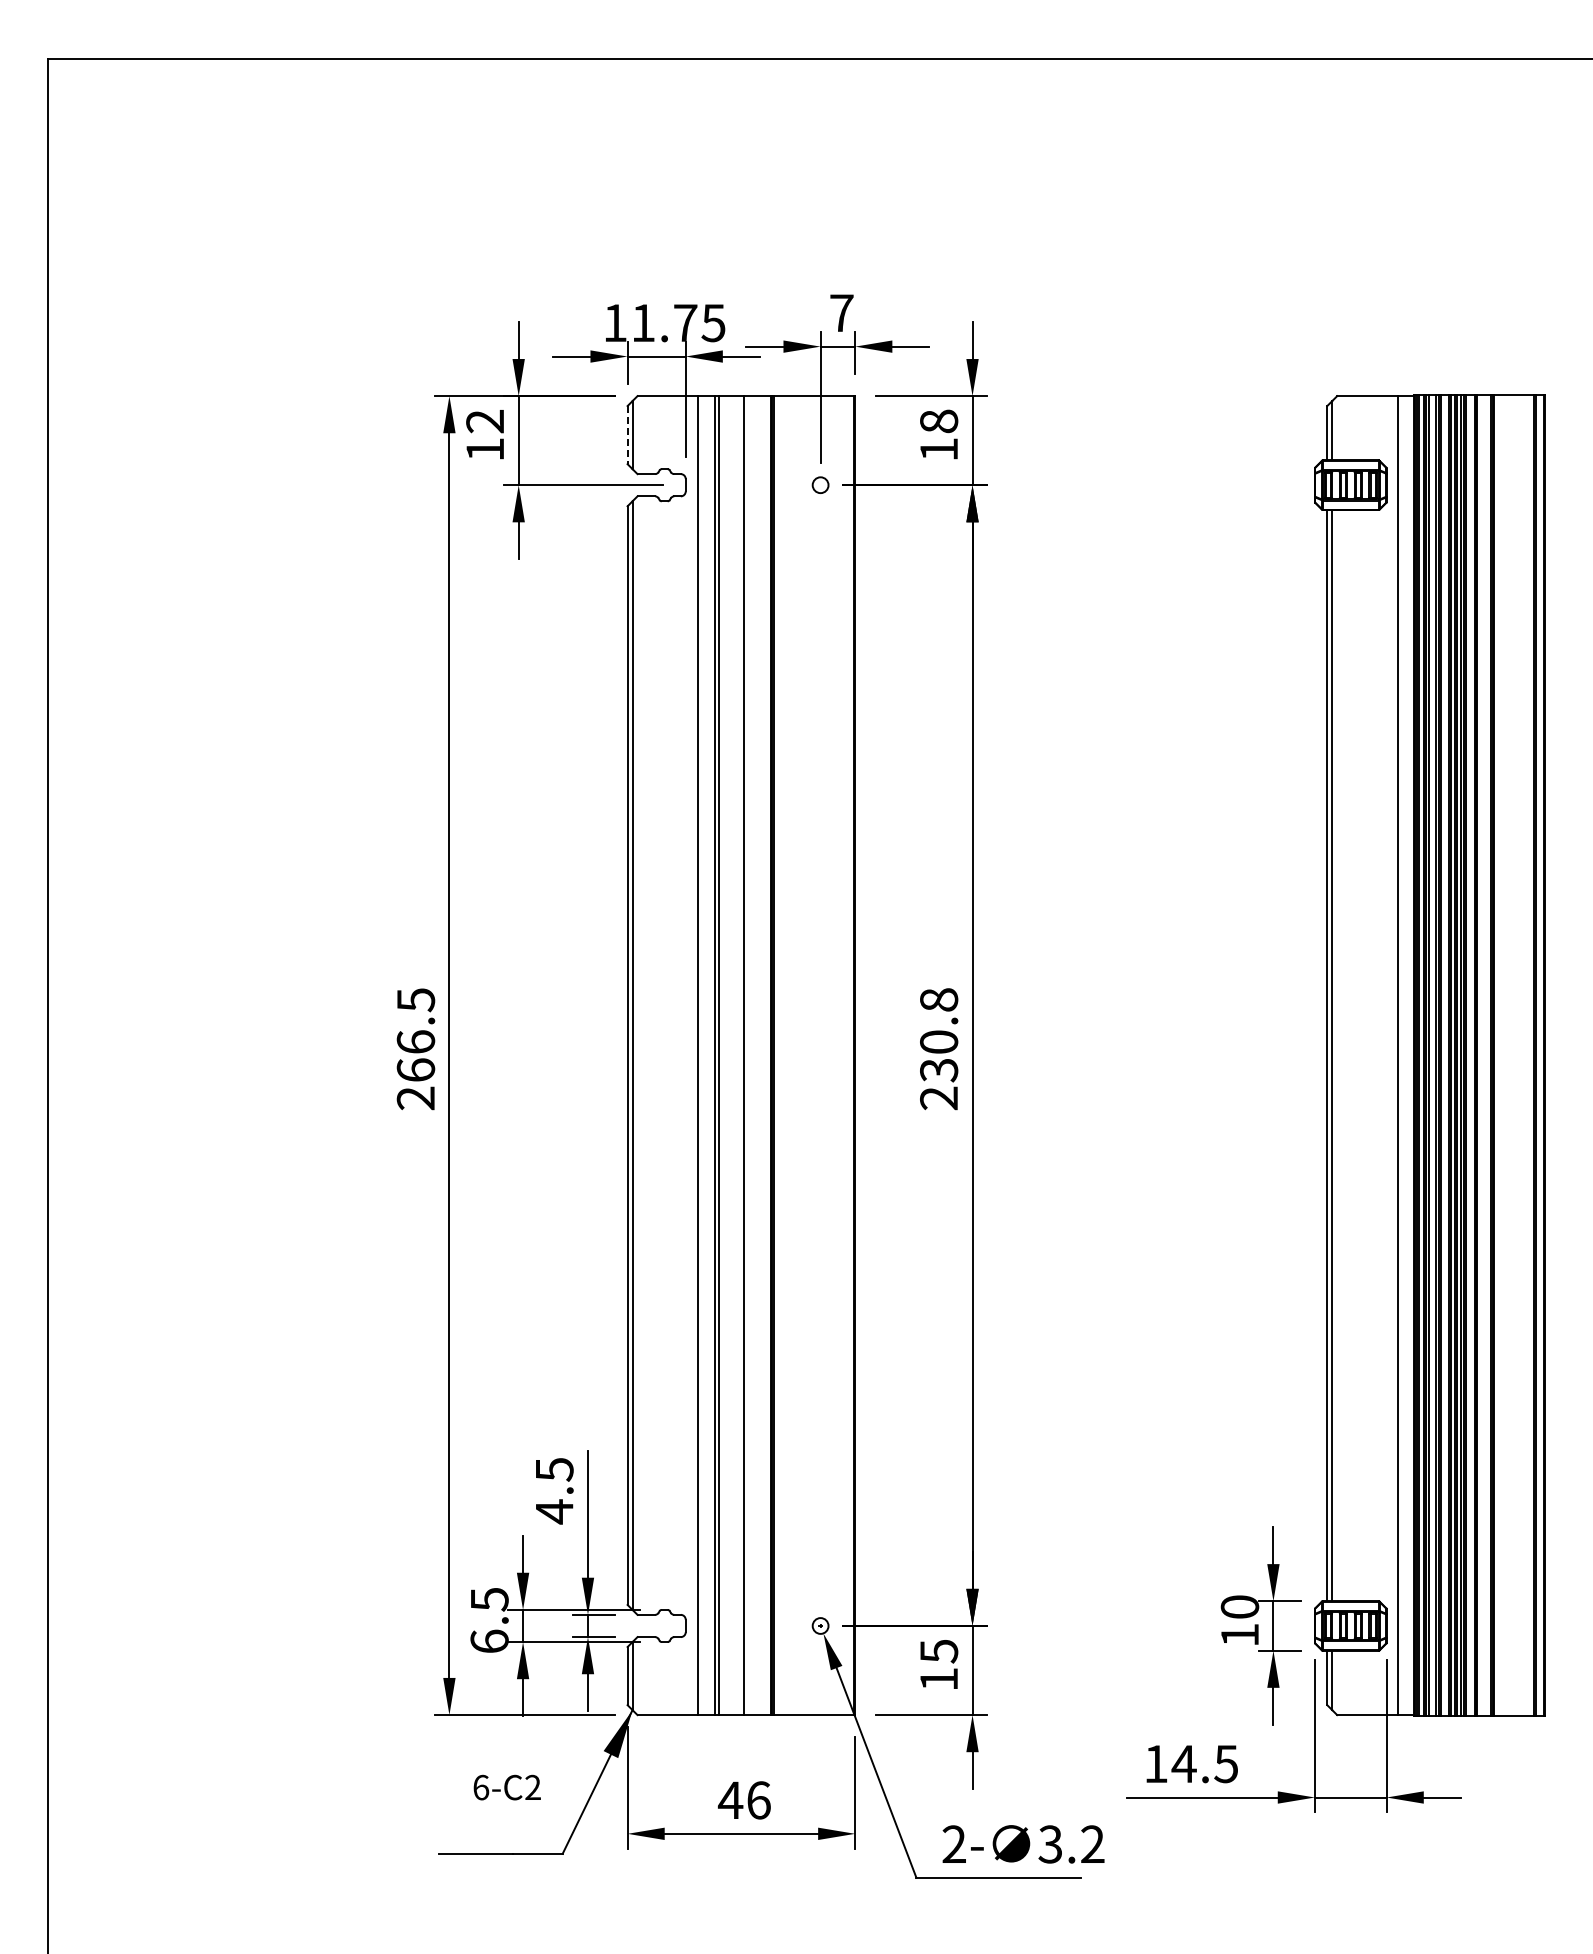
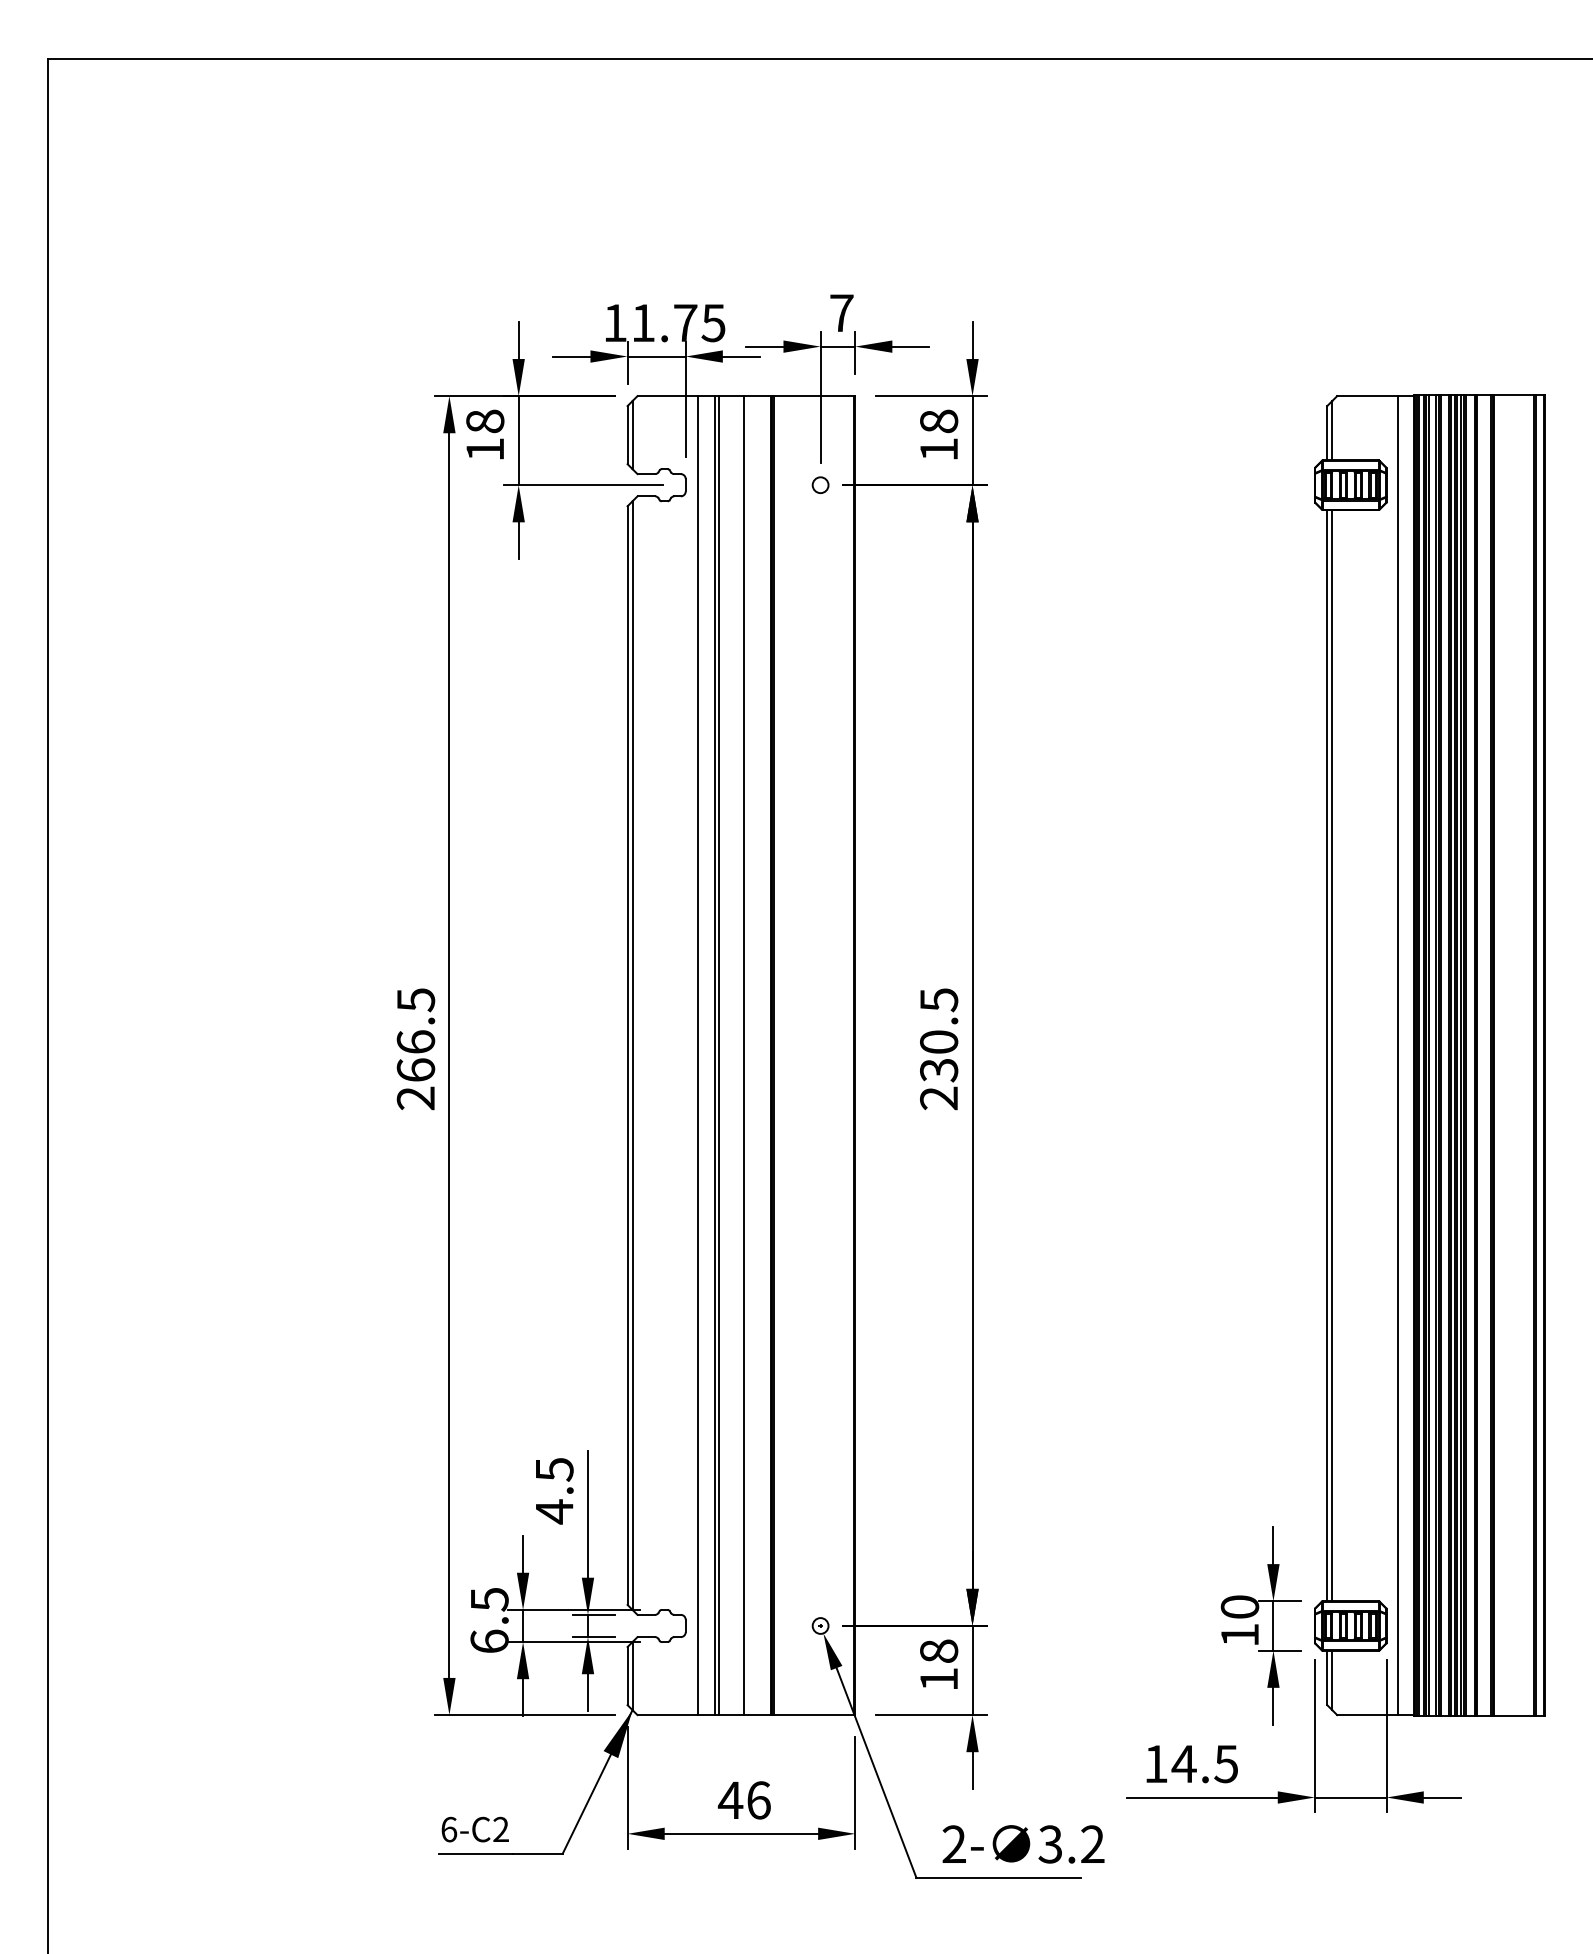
text at (485, 421): 12 -> 18
line at (627, 435): dashed -> solid
text at (939, 1000): 230.8 -> 230.5
text at (939, 1651): 15 -> 18
text at (506, 1787) position: (506, 1787) -> (474, 1829)
